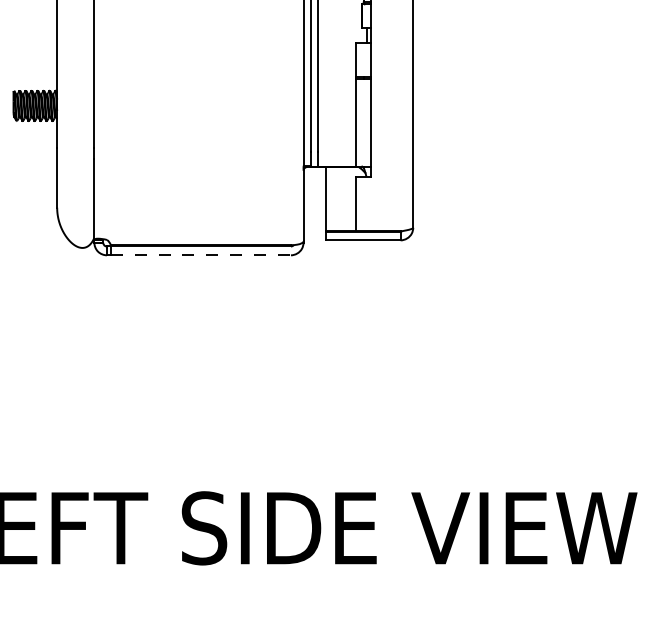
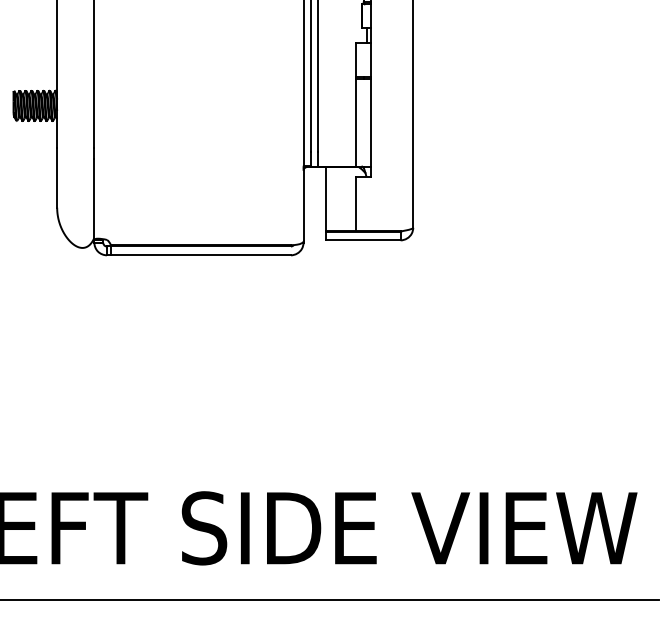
line at (201, 255): dashed -> solid
line at (330, 599): none -> present
